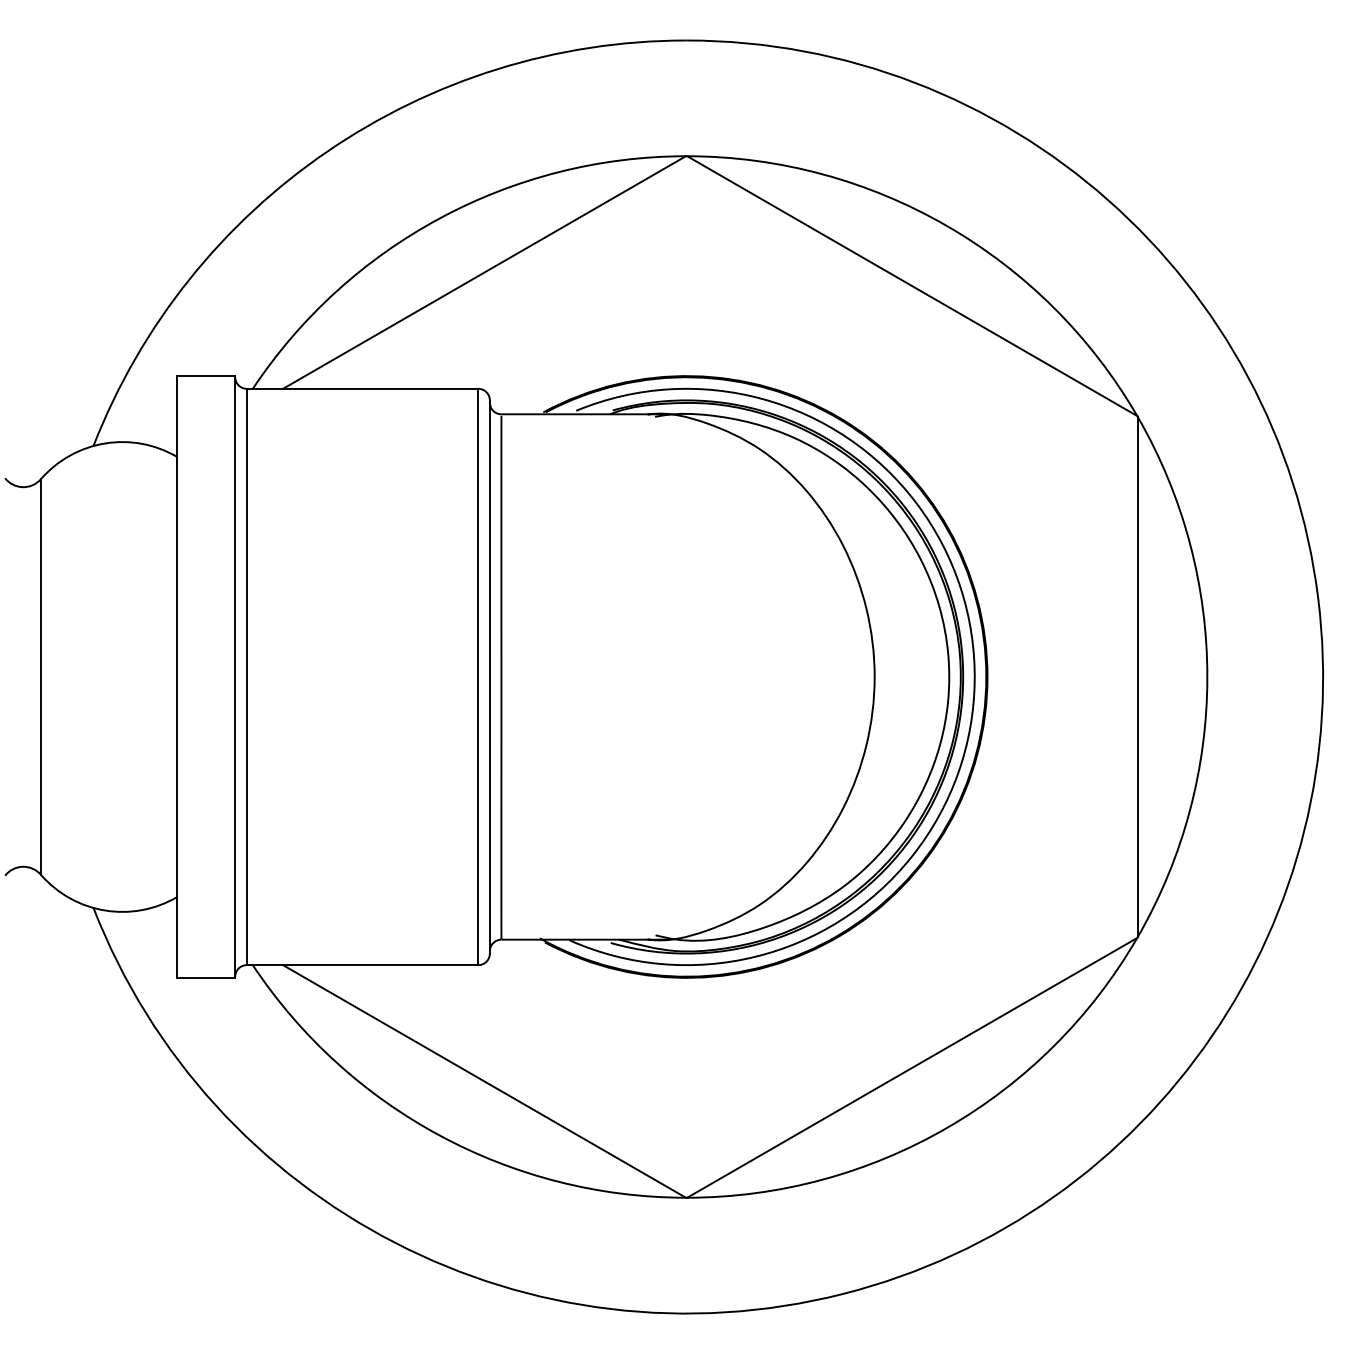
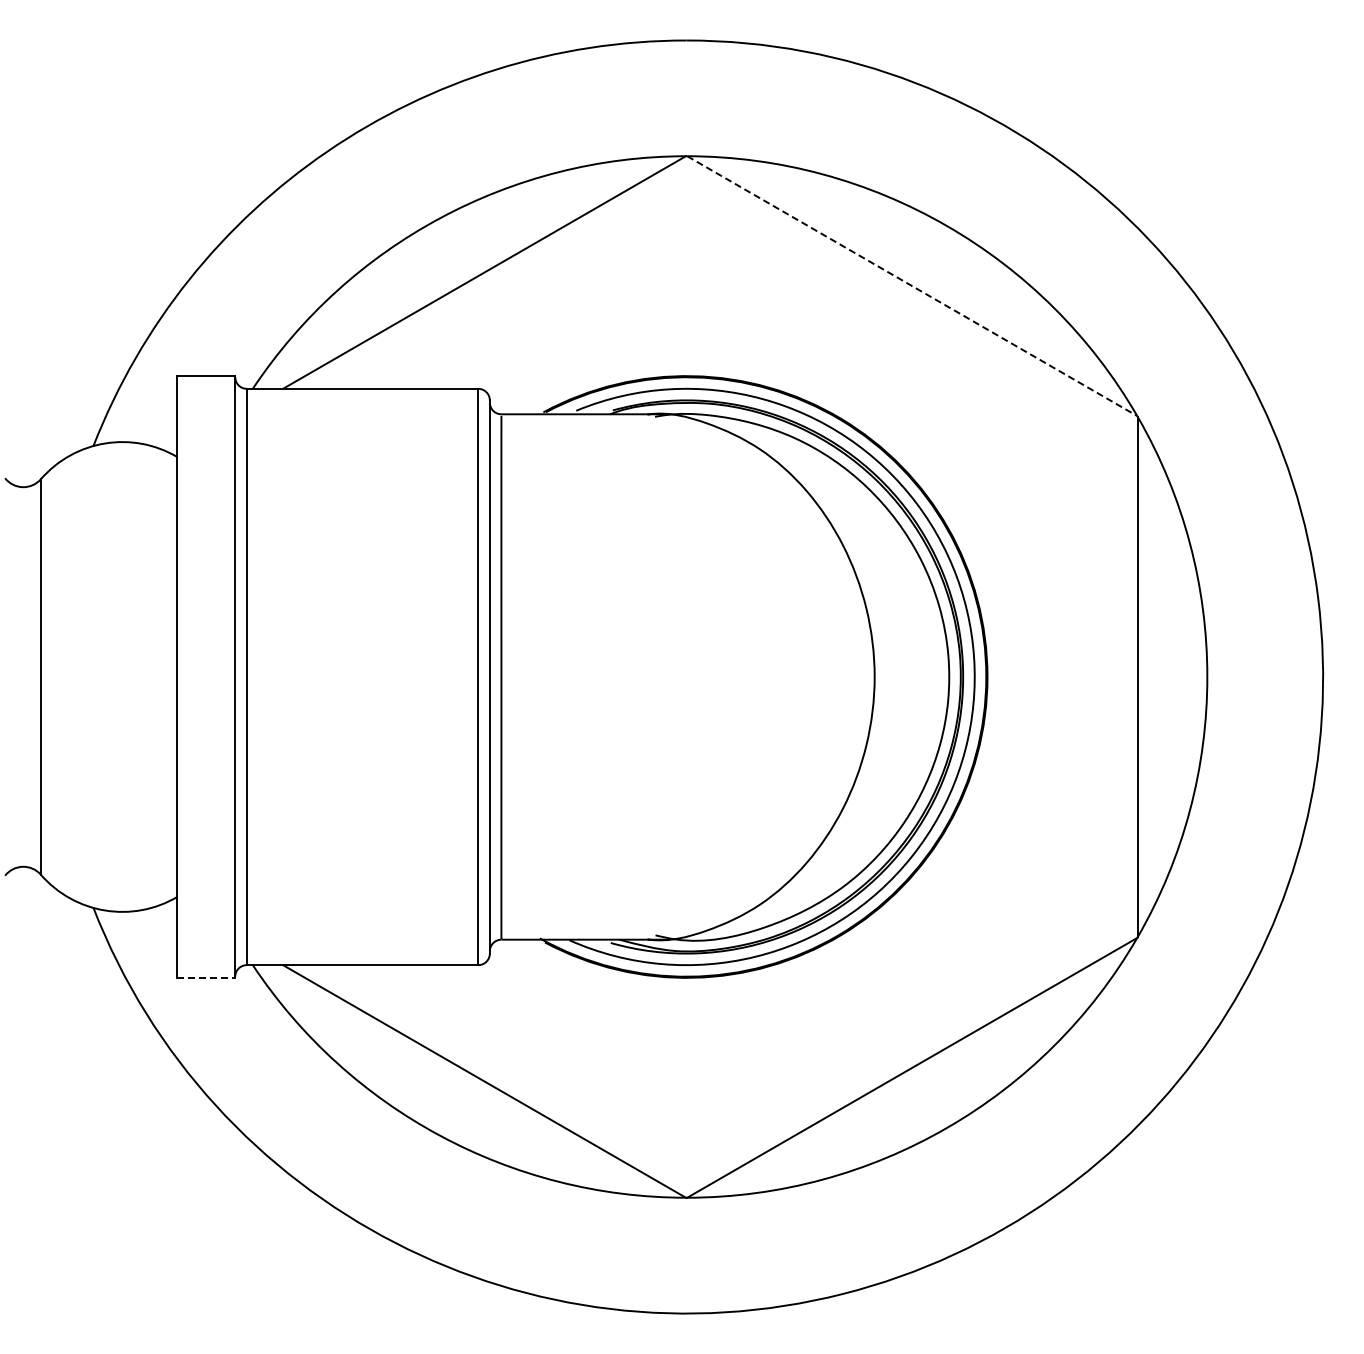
line at (912, 286): solid -> dashed
line at (206, 977): solid -> dashed
